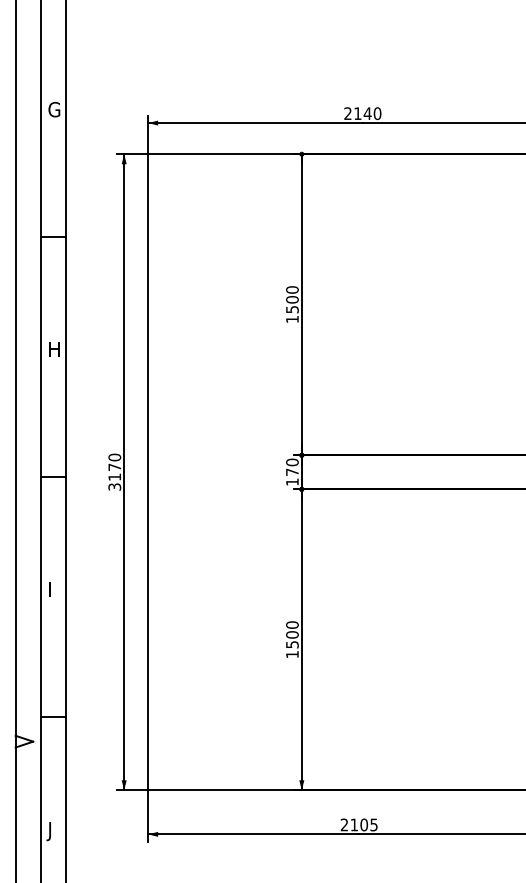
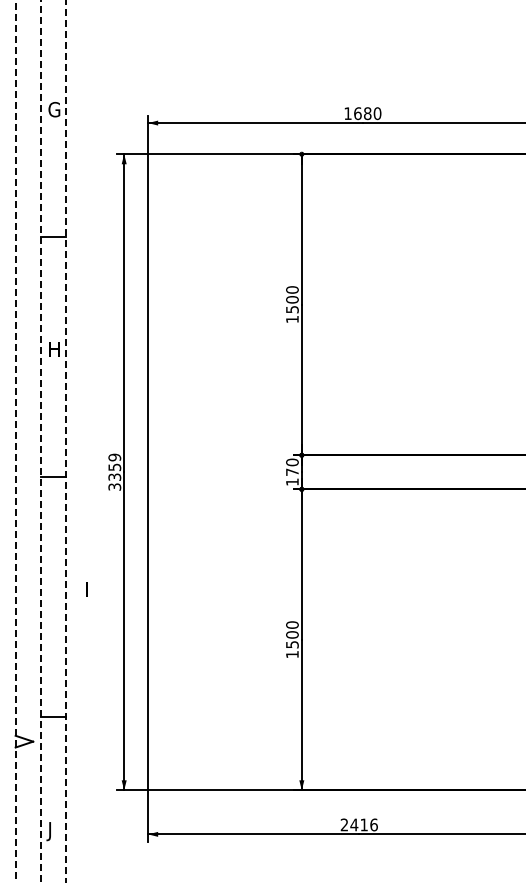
text at (357, 113): 2140 -> 1680
line at (15, 441): solid -> dashed
line at (40, 441): solid -> dashed
line at (65, 441): solid -> dashed
text at (114, 466): 3170 -> 3359
text at (49, 589) position: (49, 589) -> (86, 589)
text at (363, 824): 2105 -> 2416
